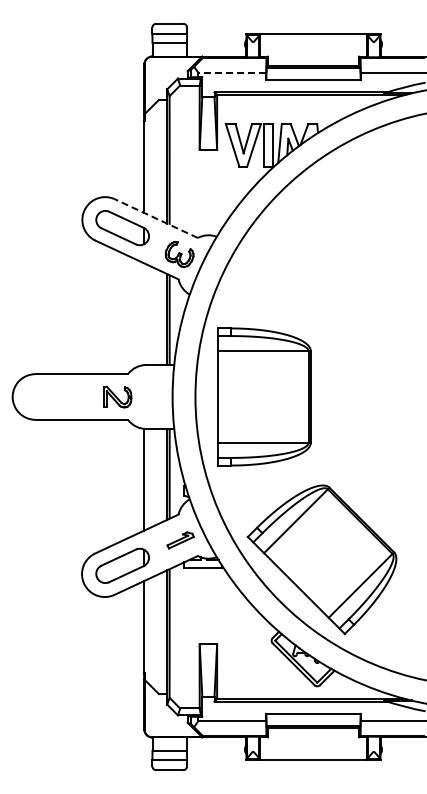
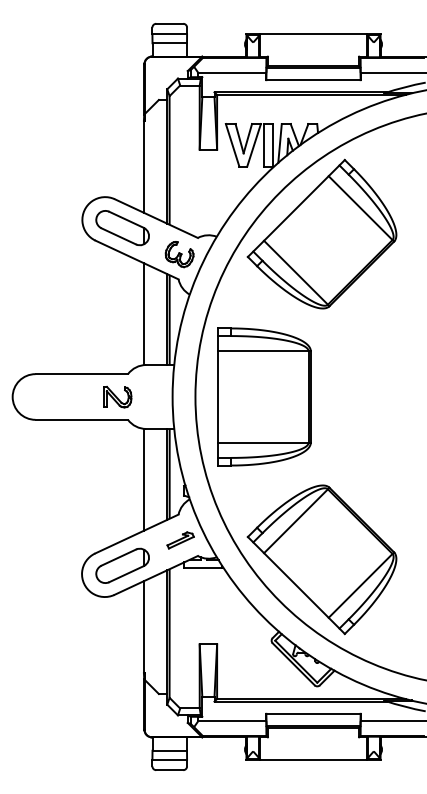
line at (231, 72): dashed -> solid
line at (156, 218): dashed -> solid
part at (321, 233): none -> present
line at (143, 314): none -> present
